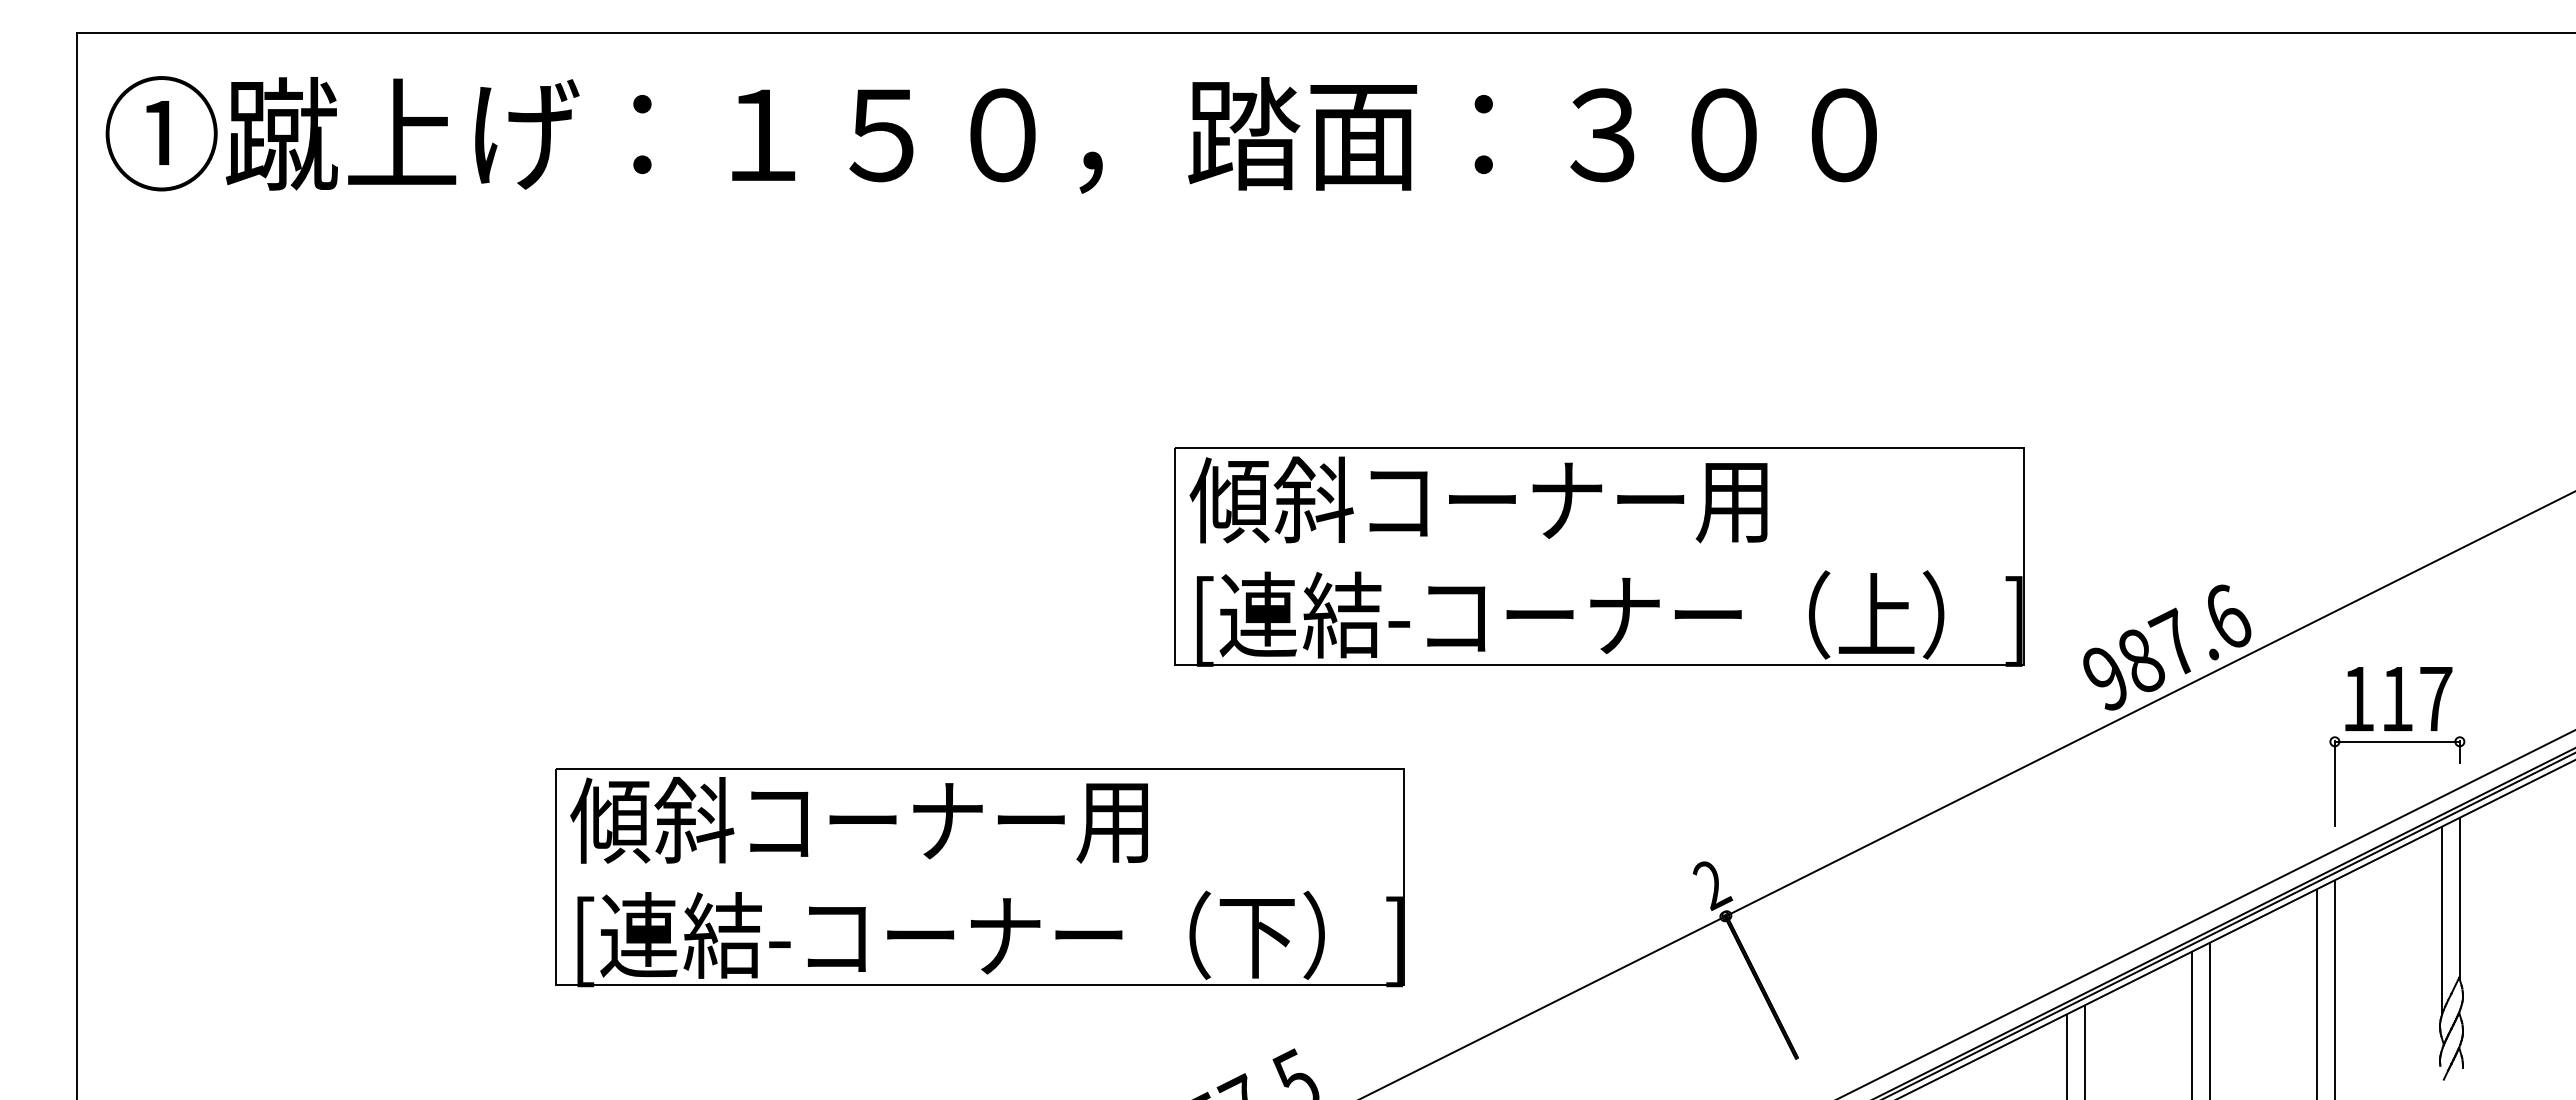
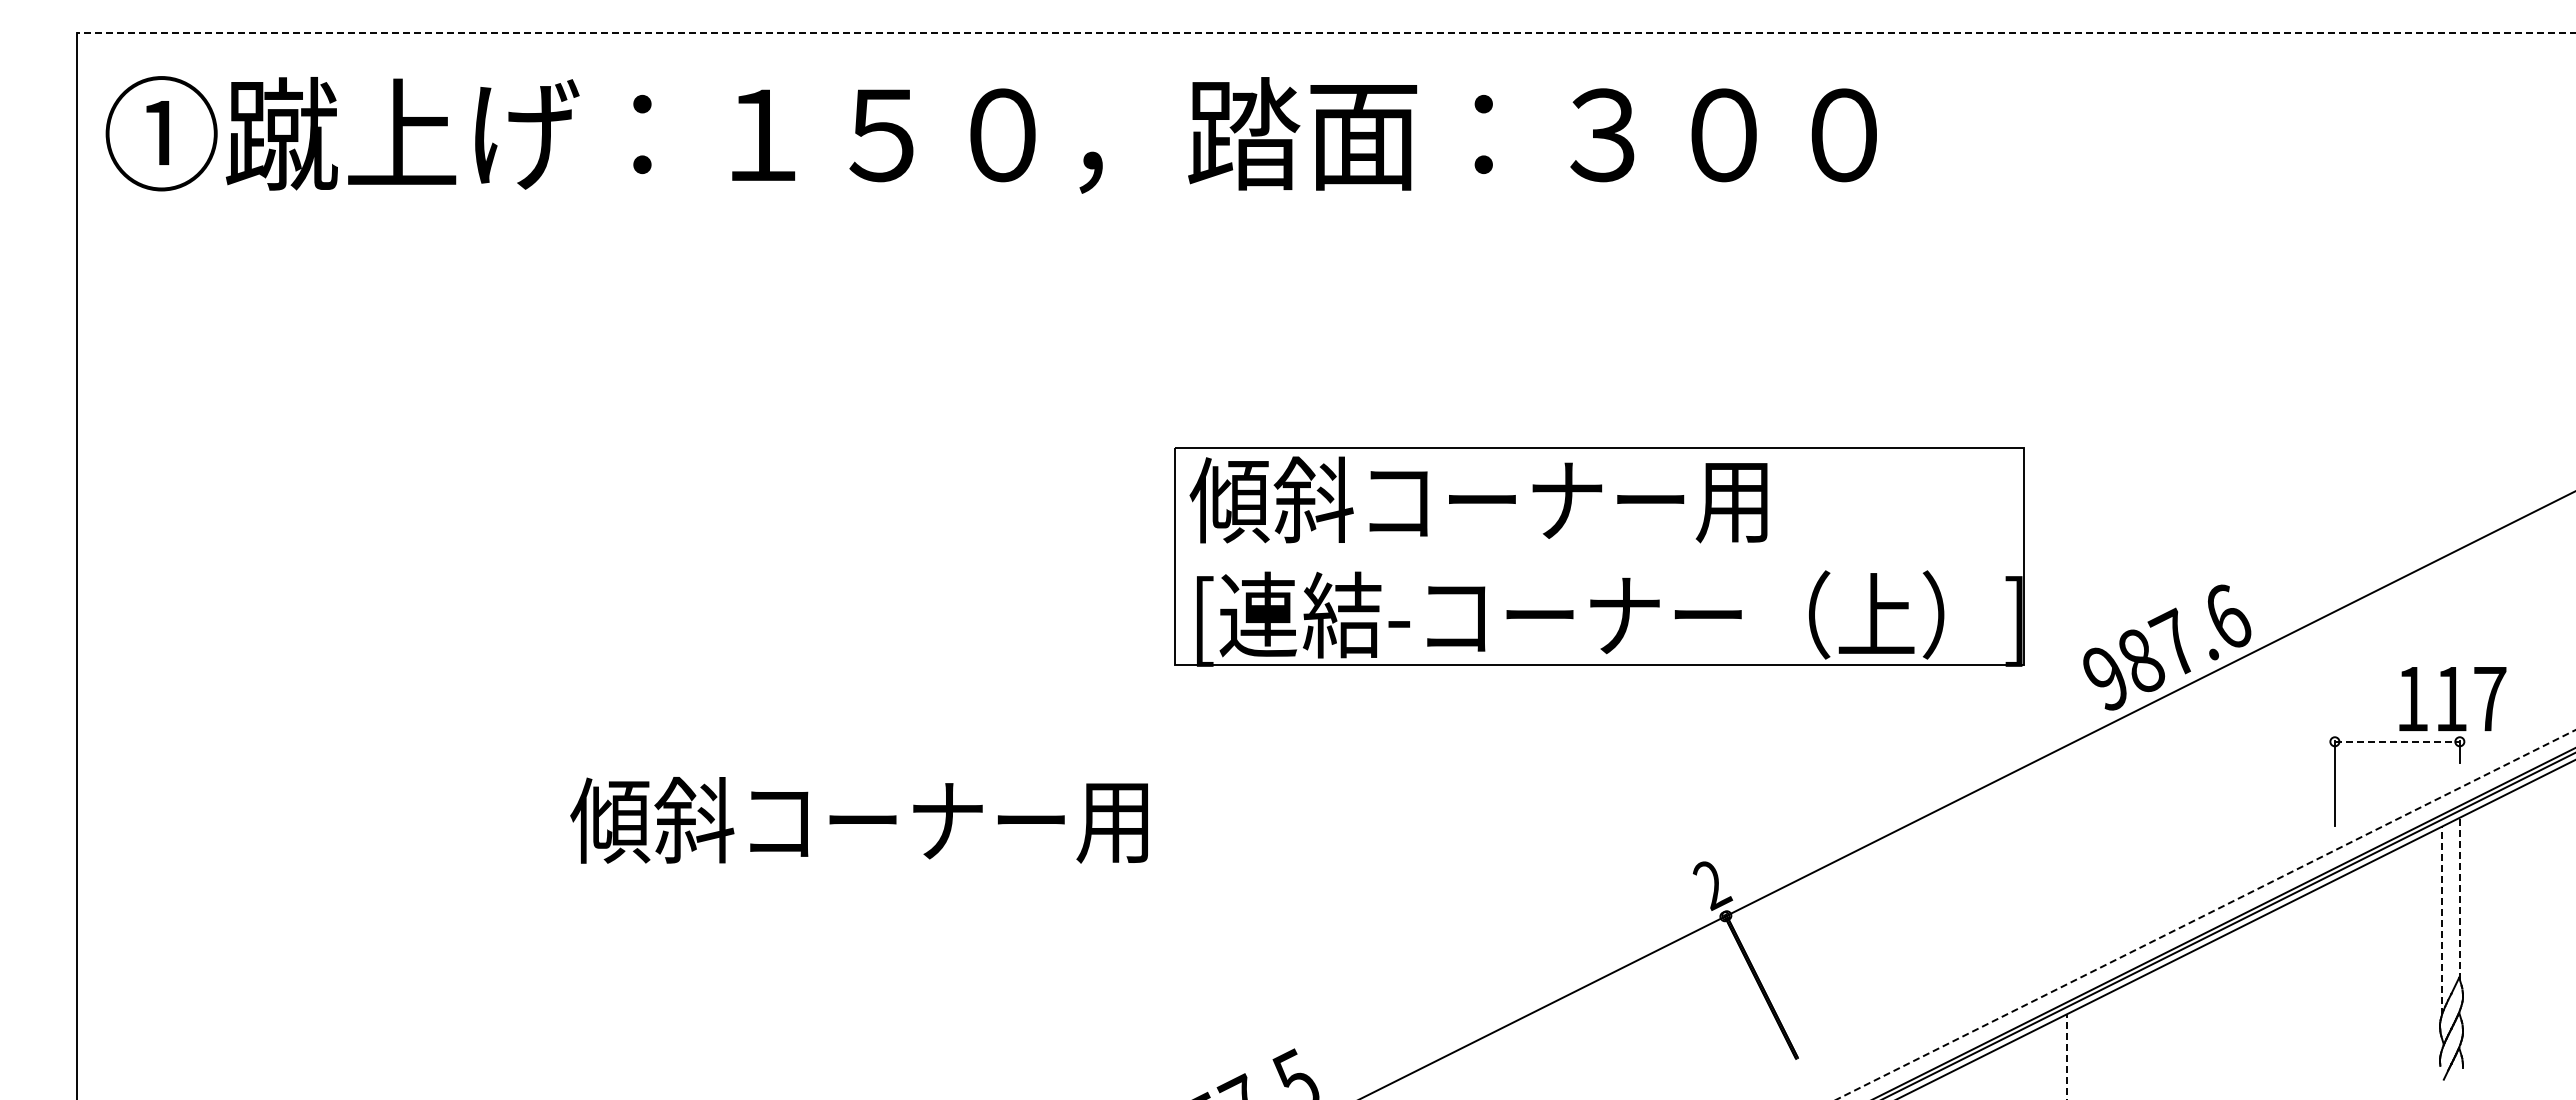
line at (1325, 33): solid -> dashed
text at (2398, 698) position: (2398, 698) -> (2452, 698)
line at (2397, 741): solid -> dashed
part at (979, 877): present -> none
line at (2459, 898): solid -> dashed
line at (2205, 915): solid -> dashed
line at (2441, 920): solid -> dashed
line at (2334, 988): present -> none
line at (2316, 992): present -> none
line at (2209, 1019): present -> none
line at (2191, 1024): present -> none
line at (2085, 1050): present -> none
line at (2066, 1056): solid -> dashed
